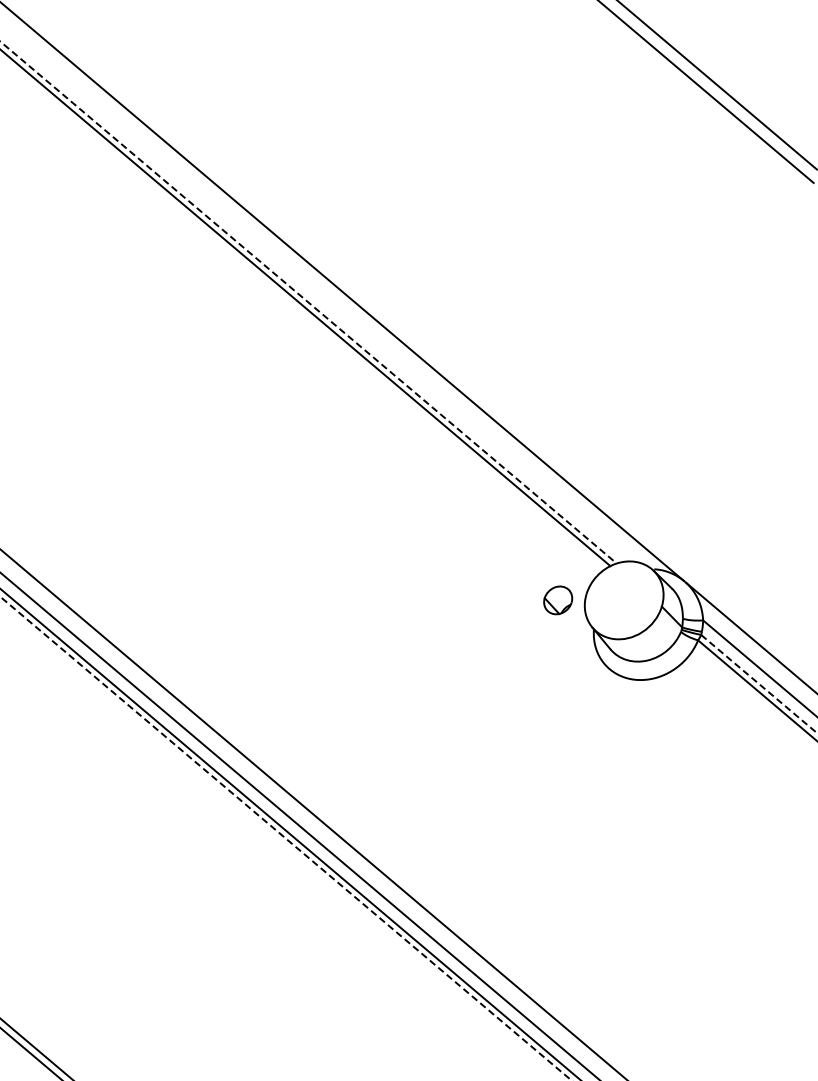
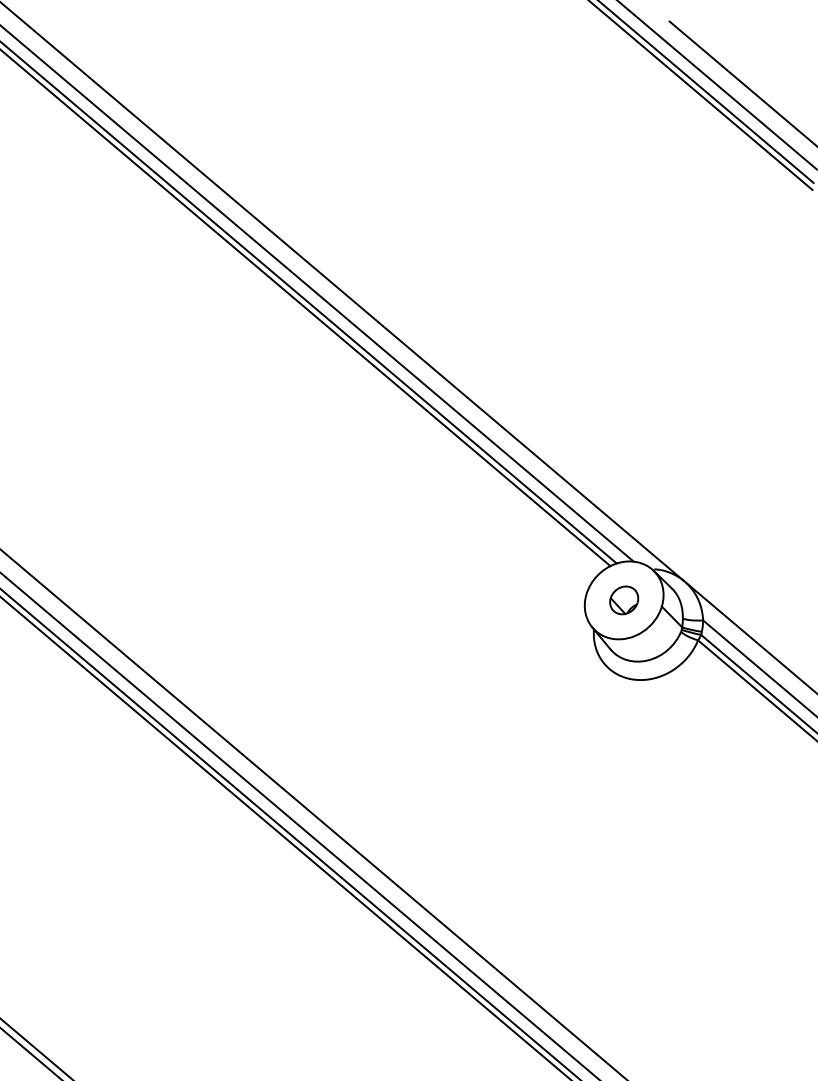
line at (741, 82): none -> present
line at (701, 95): none -> present
line at (317, 293): none -> present
line at (308, 302): dashed -> solid
part at (558, 600) position: (558, 600) -> (624, 600)
line at (759, 684): dashed -> solid
line at (285, 838): dashed -> solid
